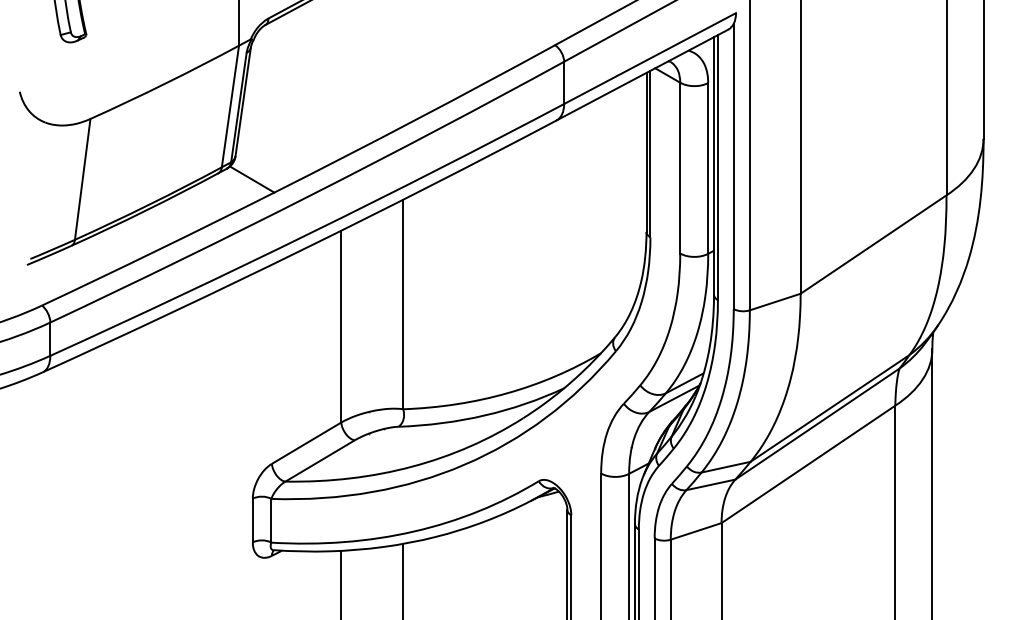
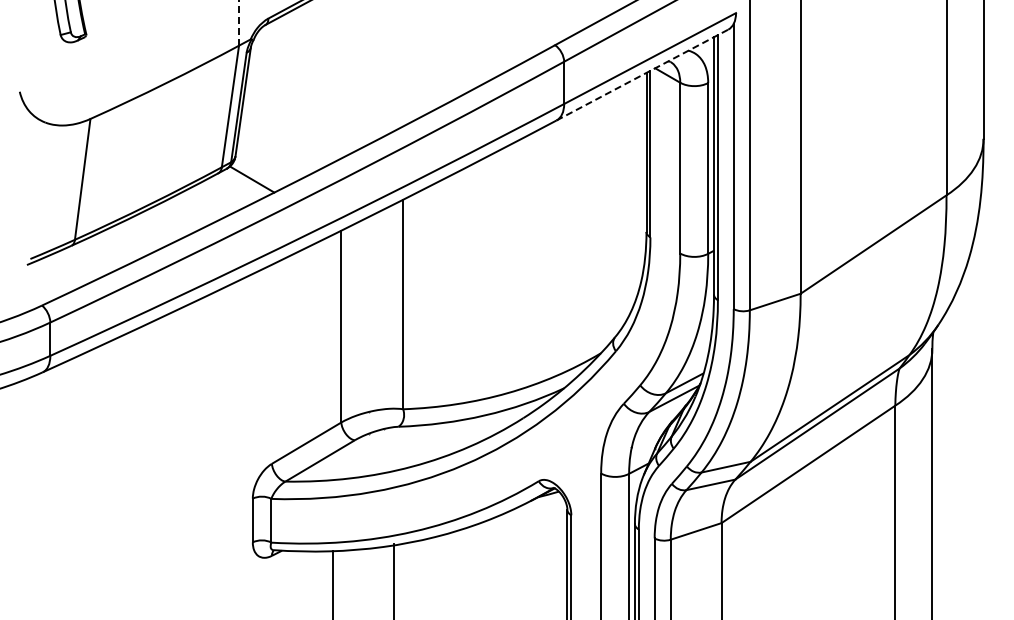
line at (239, 22): solid -> dashed
line at (642, 74): solid -> dashed
line at (403, 579) position: (403, 579) -> (394, 579)
line at (341, 583) position: (341, 583) -> (333, 583)
